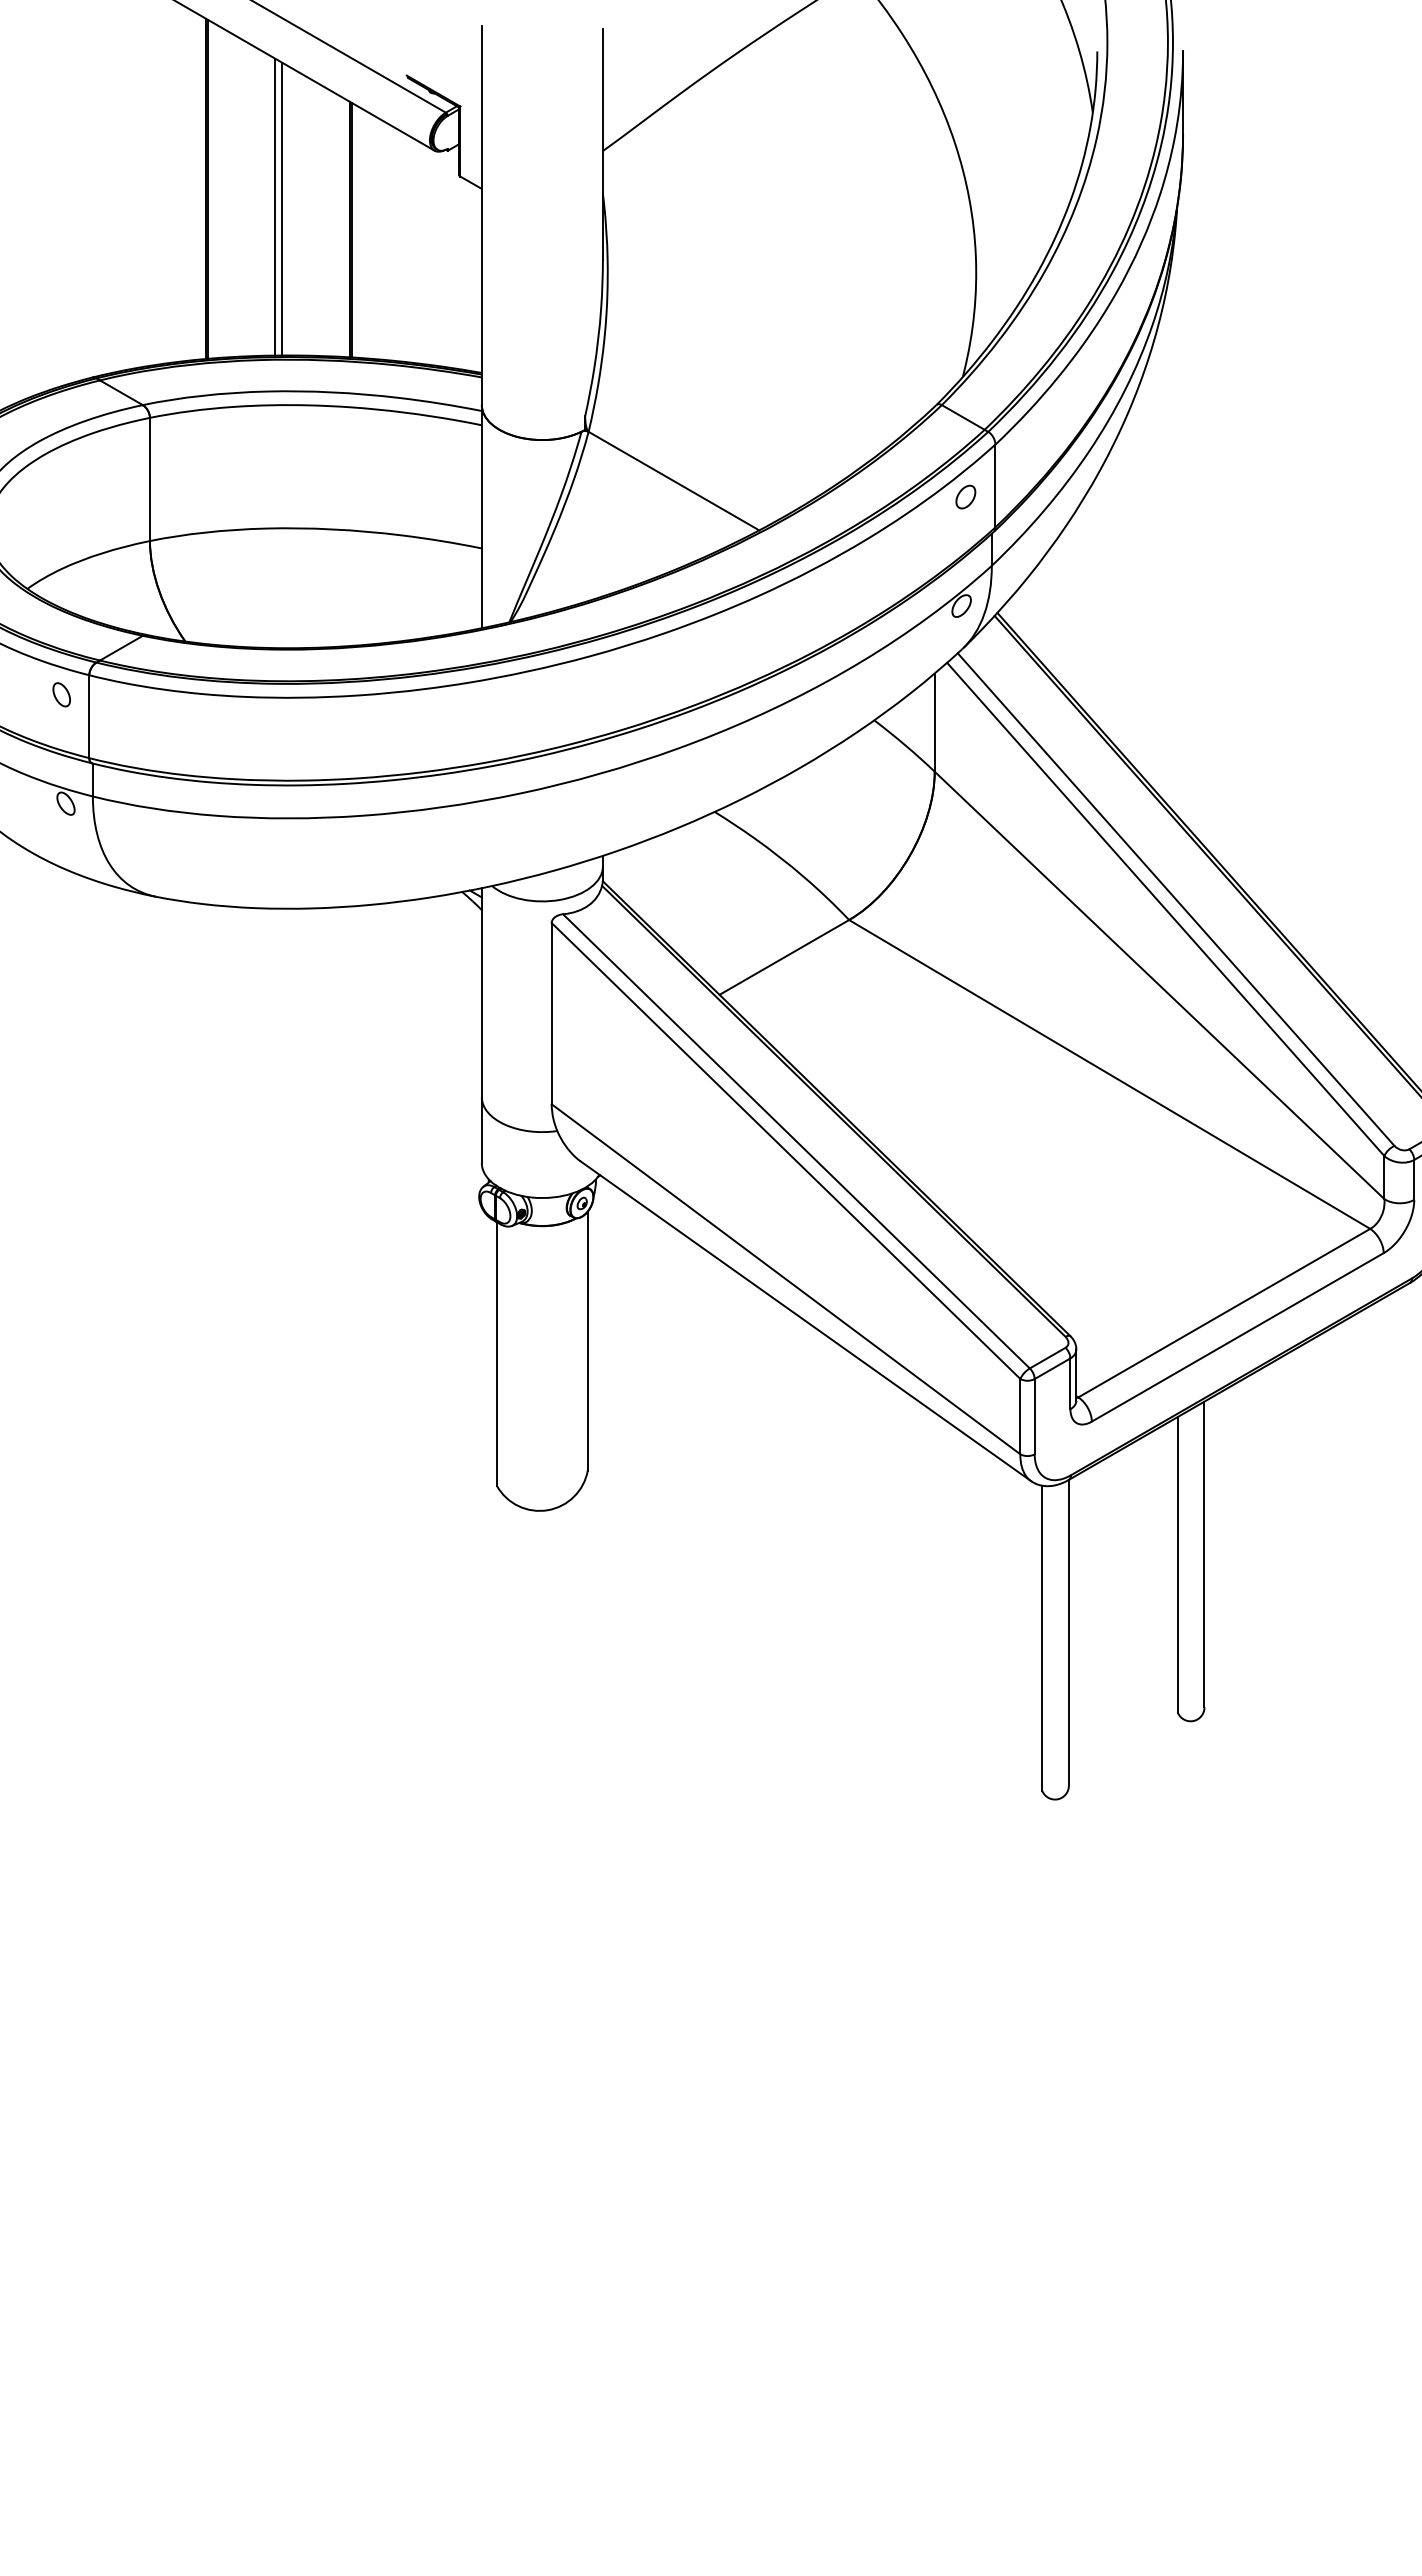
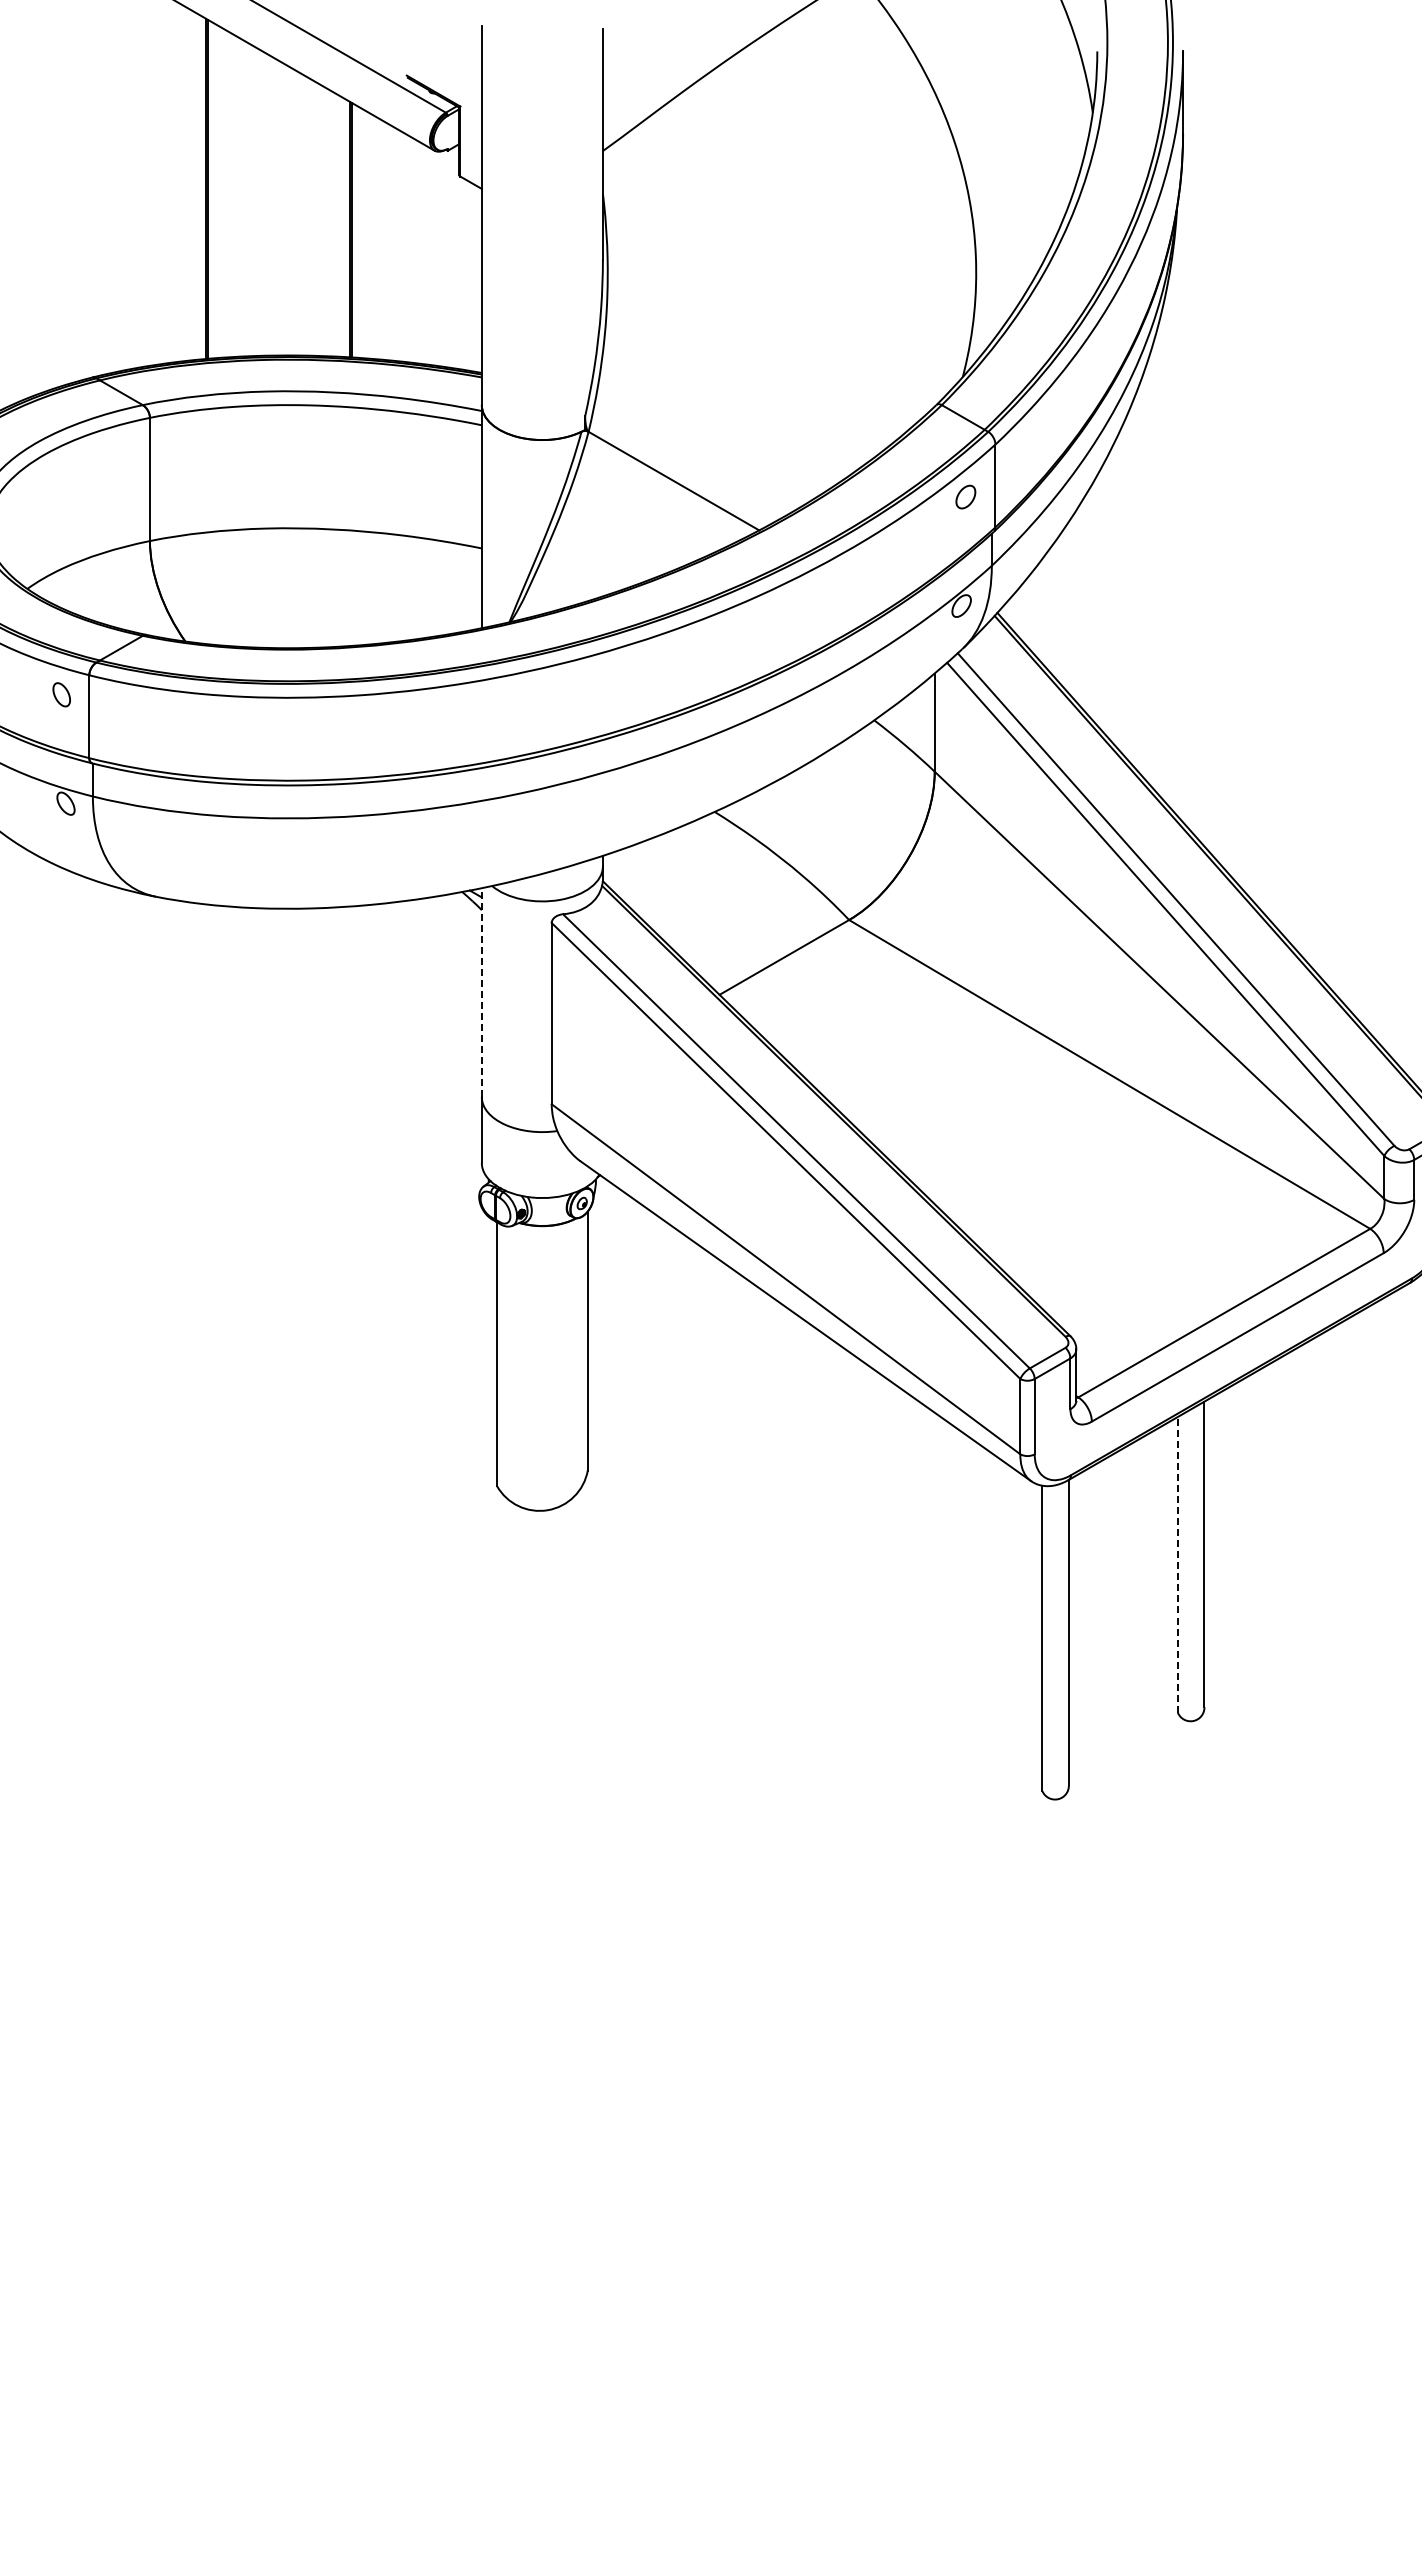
line at (275, 206): present -> none
line at (282, 208): present -> none
line at (481, 992): solid -> dashed
line at (1177, 1564): solid -> dashed
